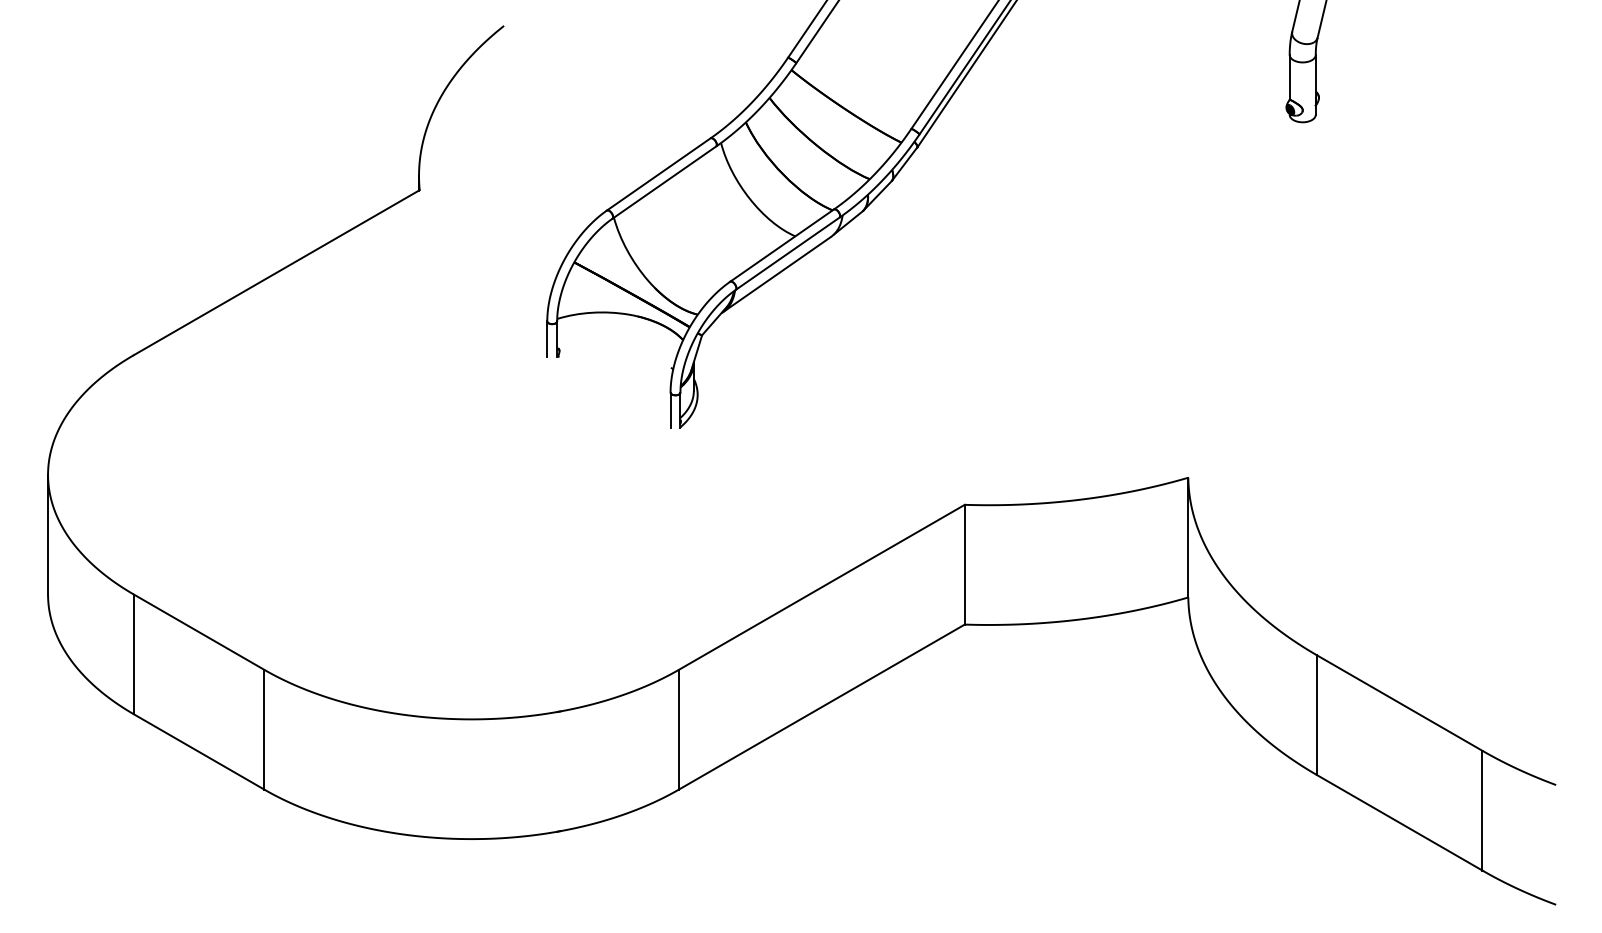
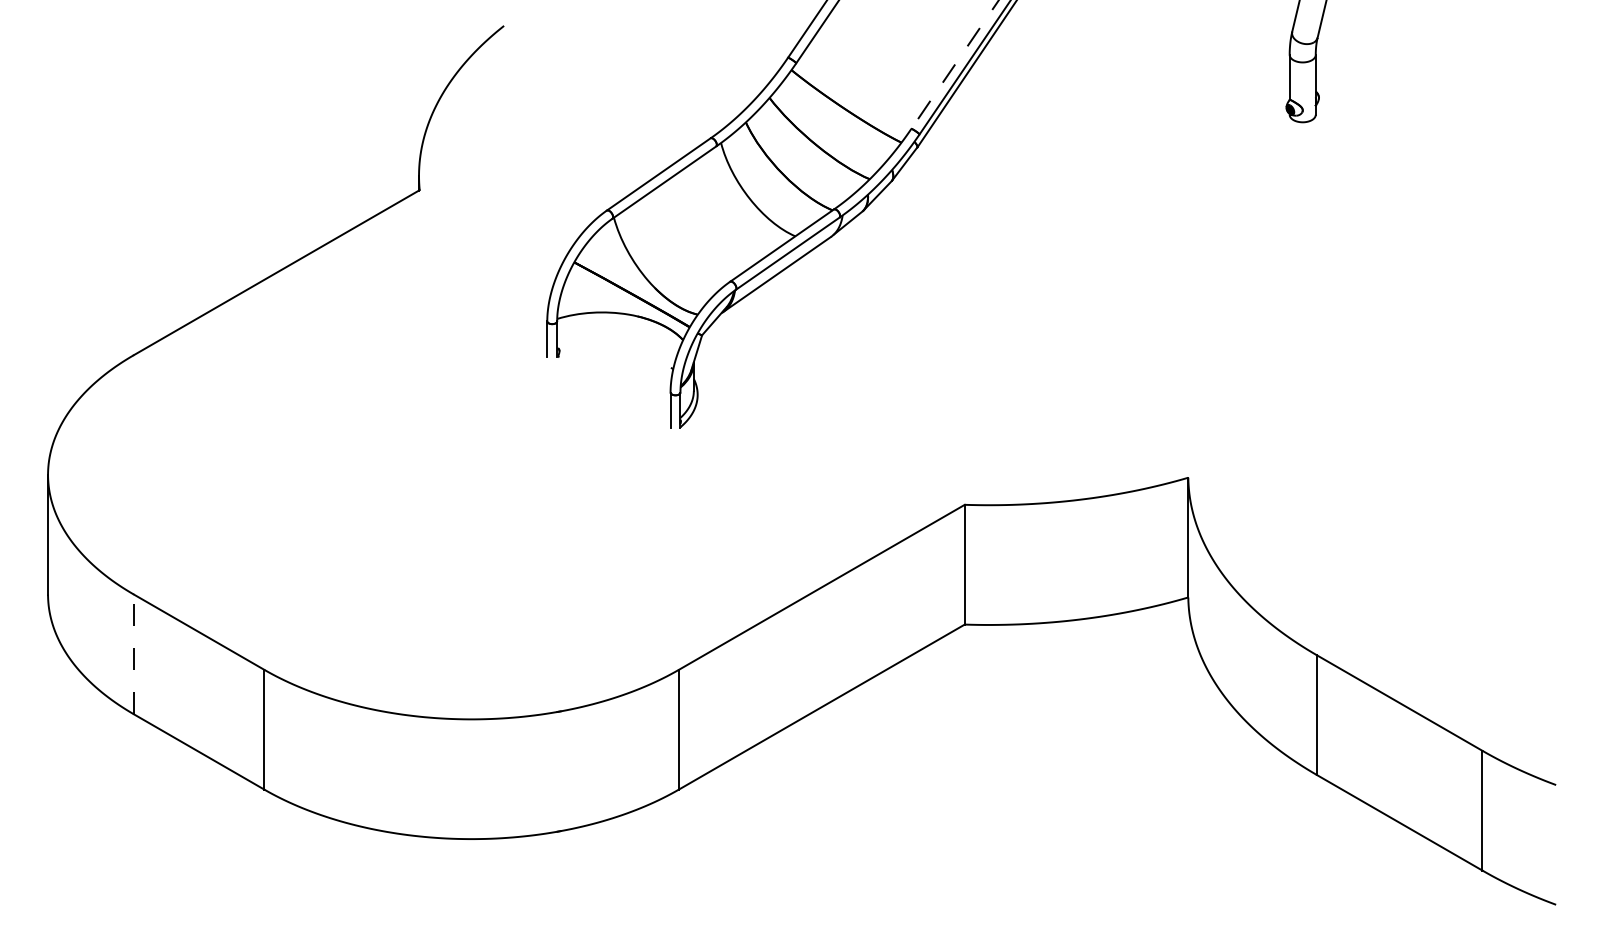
line at (954, 65): solid -> dashed
line at (133, 654): solid -> dashed
